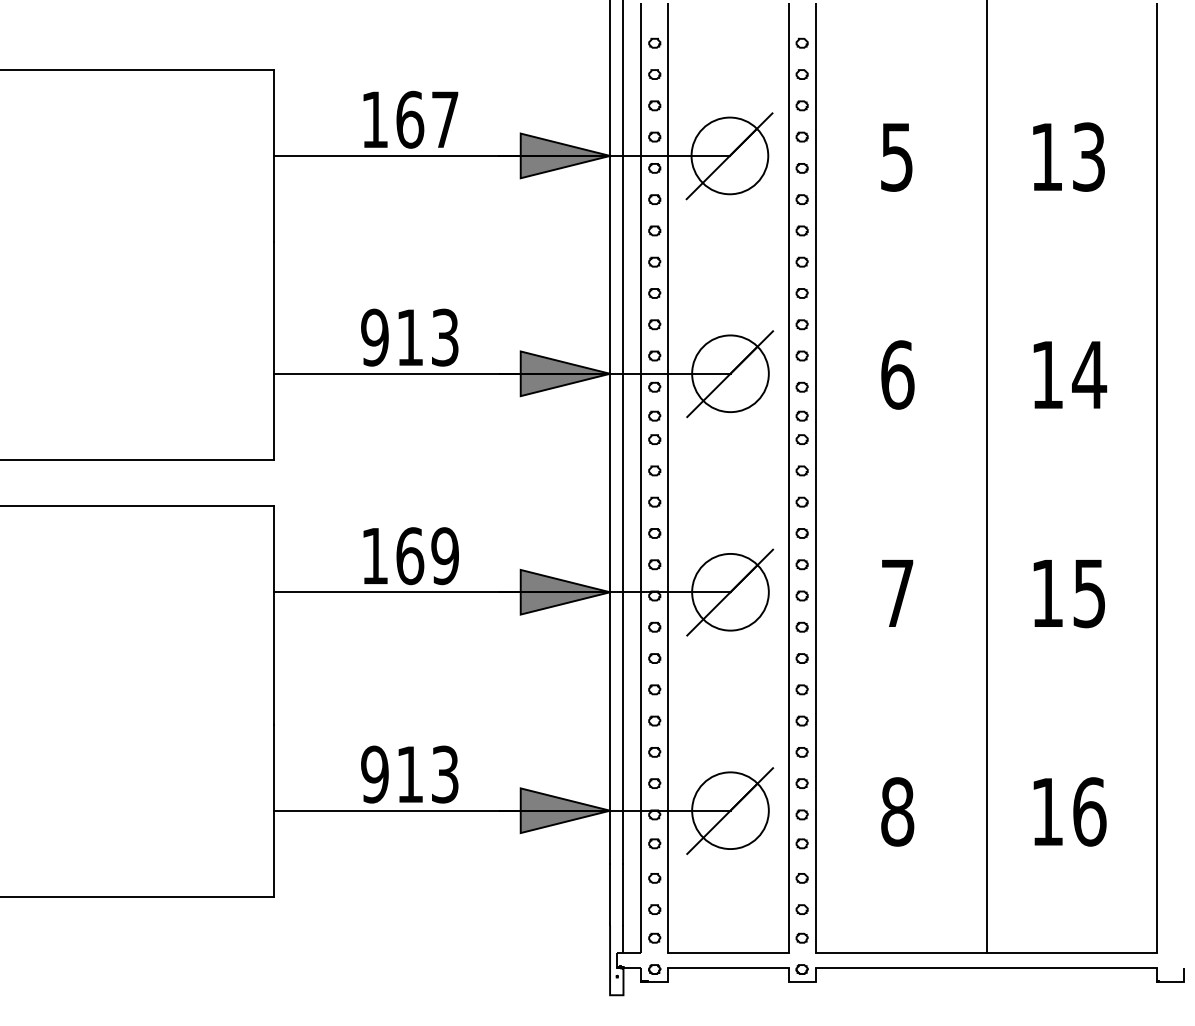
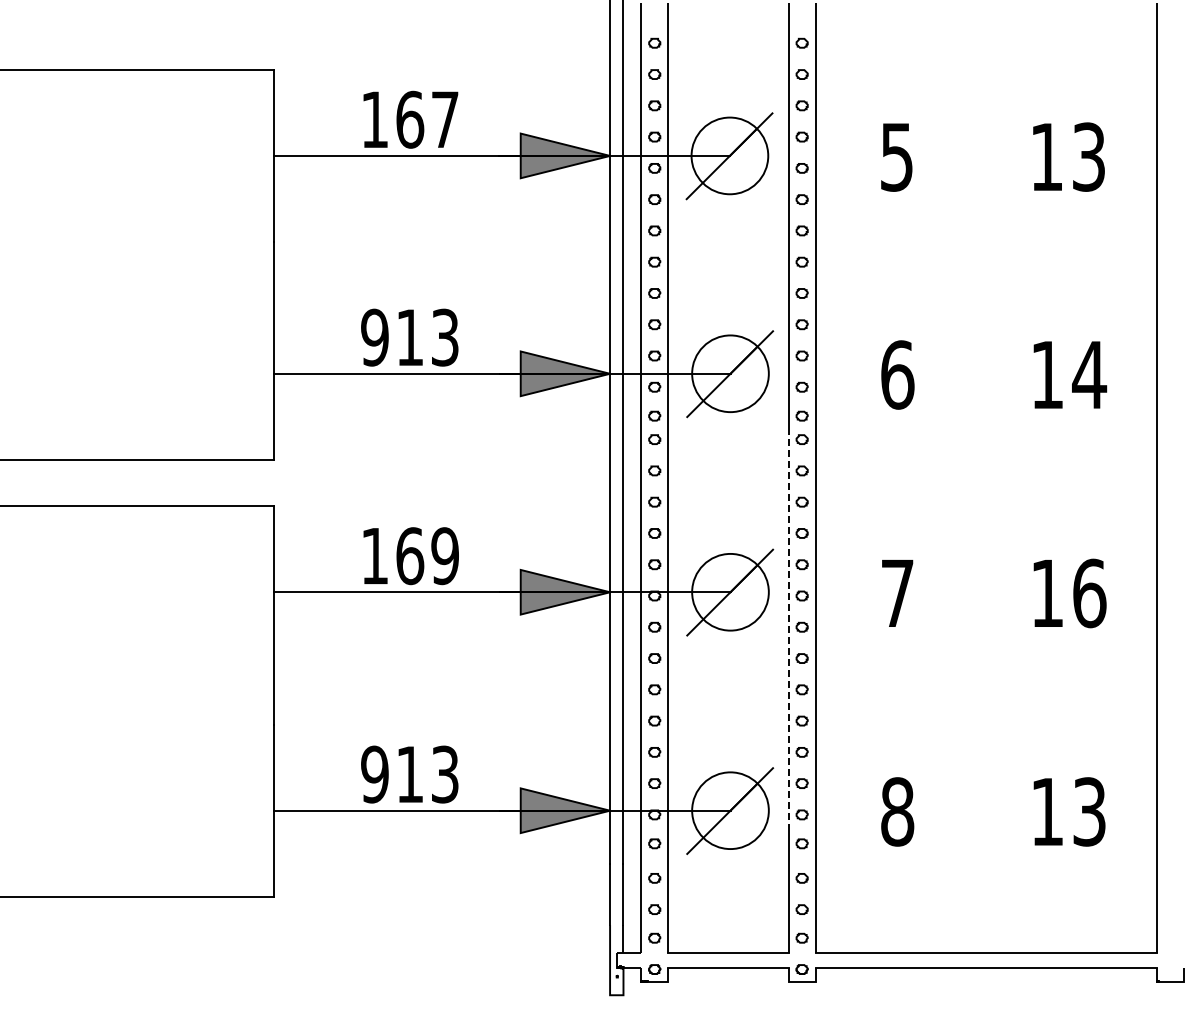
line at (986, 477): present -> none
text at (1089, 593): 15 -> 16
line at (788, 630): solid -> dashed
text at (1089, 811): 16 -> 13
